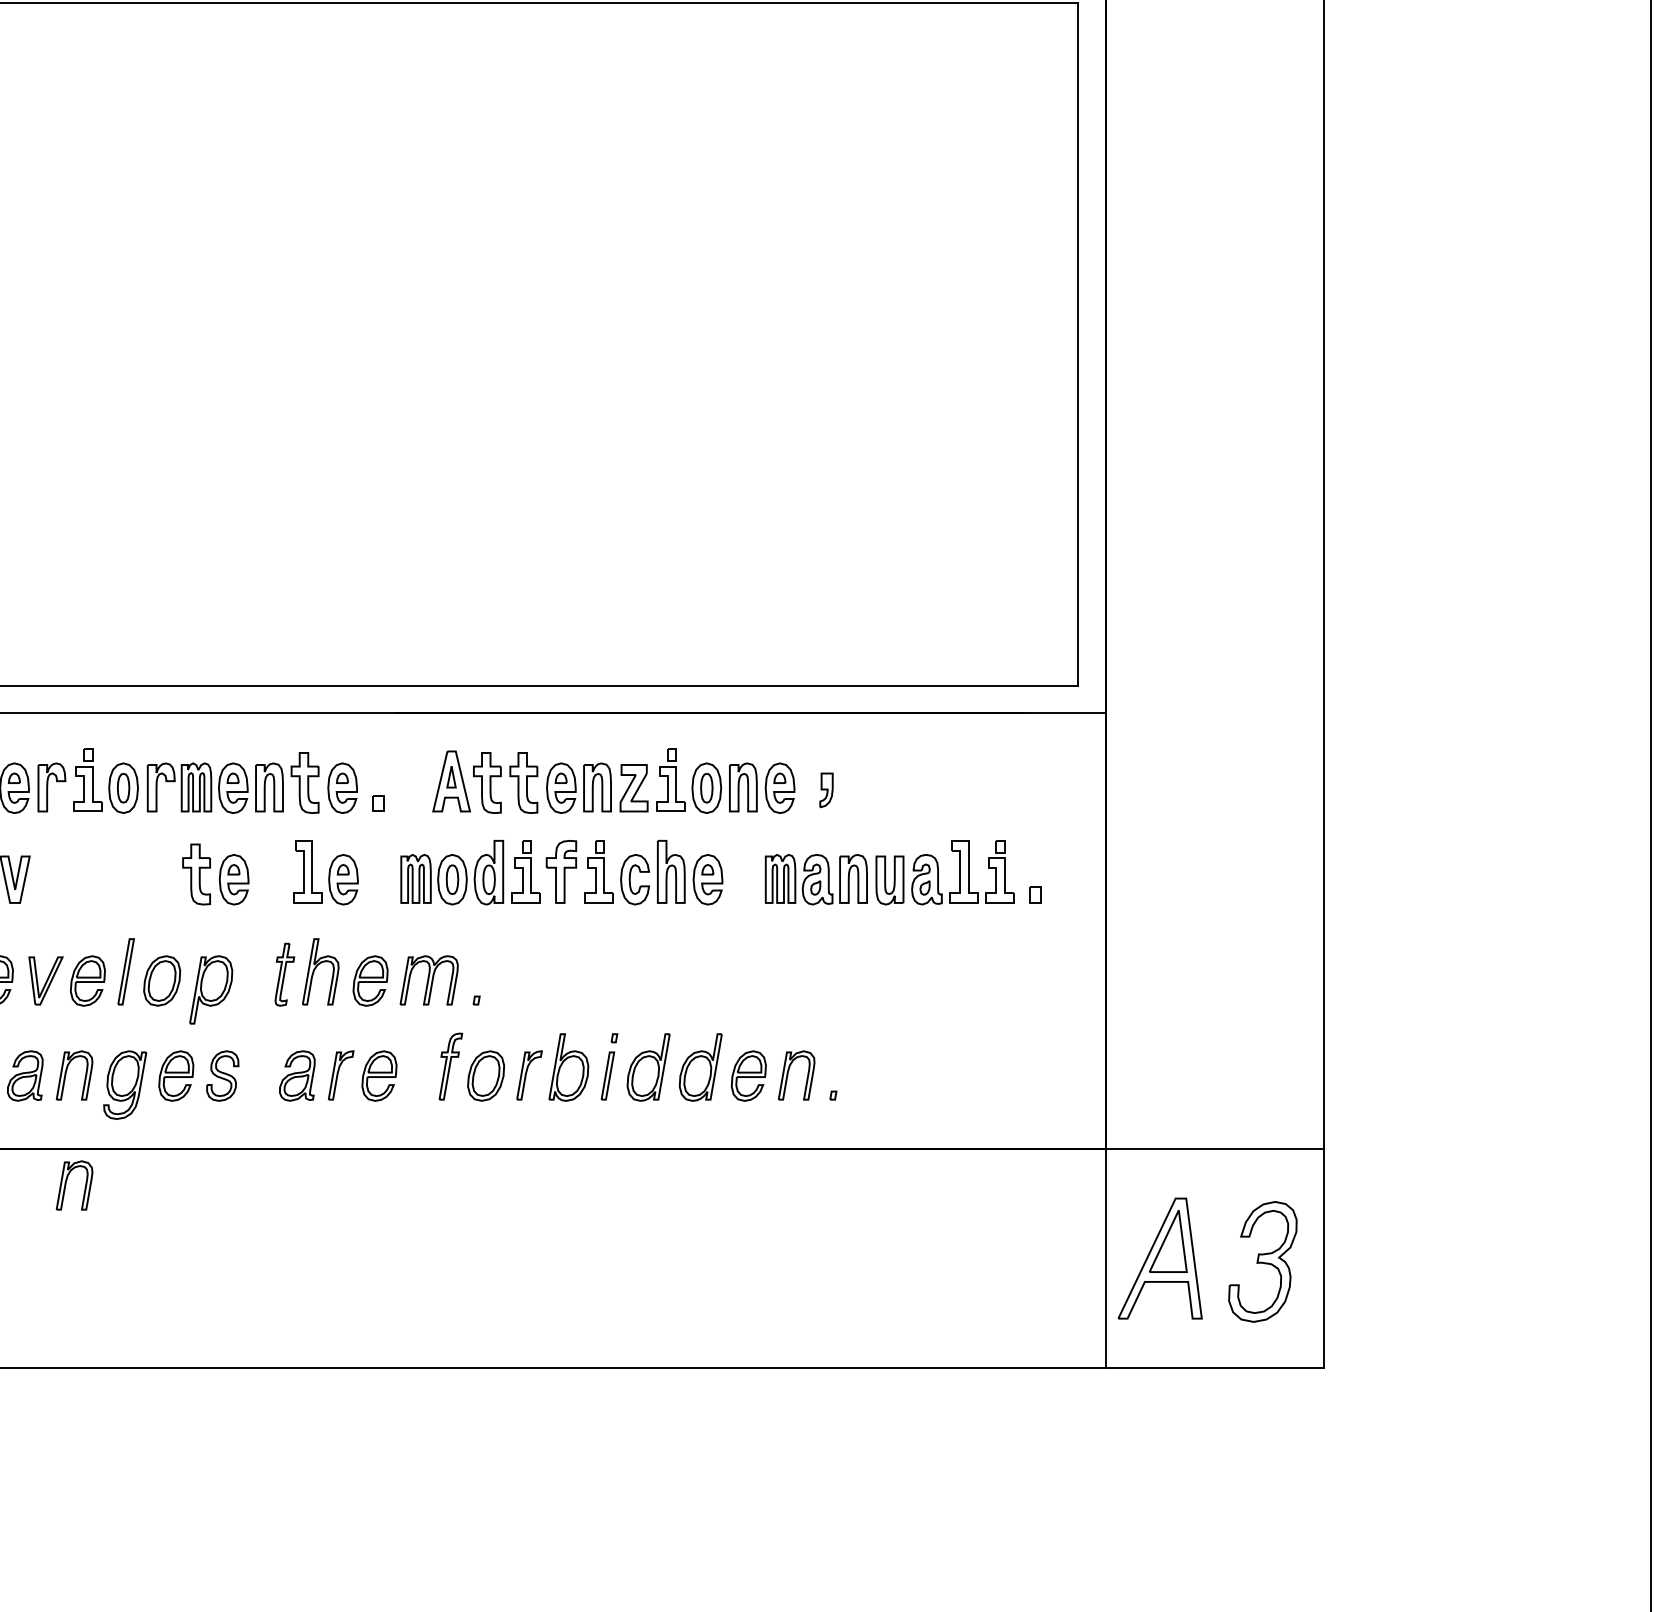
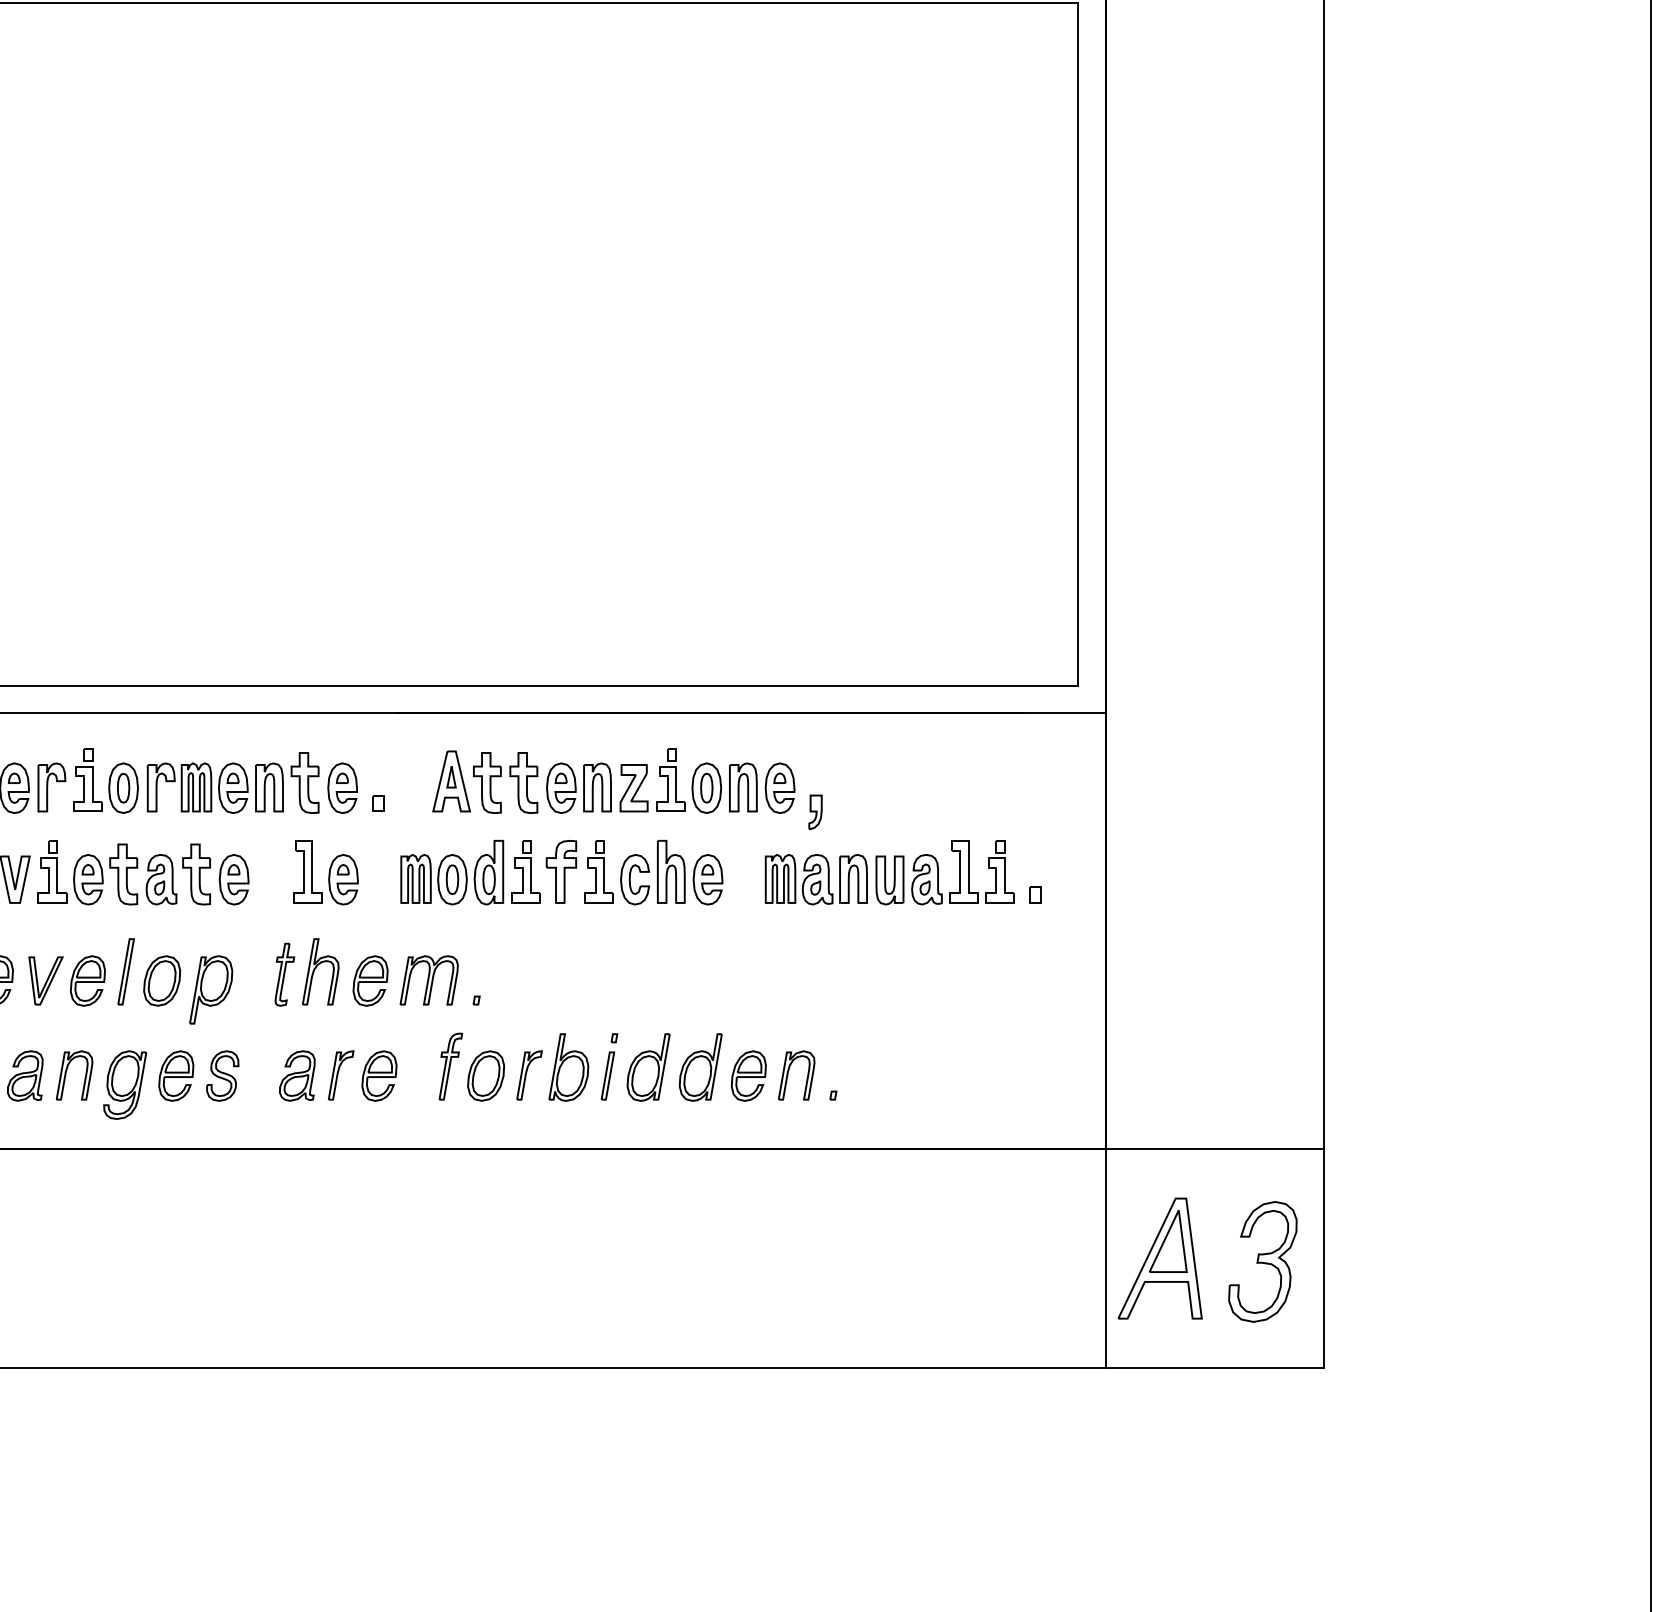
part at (826, 790) position: (826, 790) -> (815, 812)
part at (107, 872): none -> present
part at (66, 1185): present -> none
